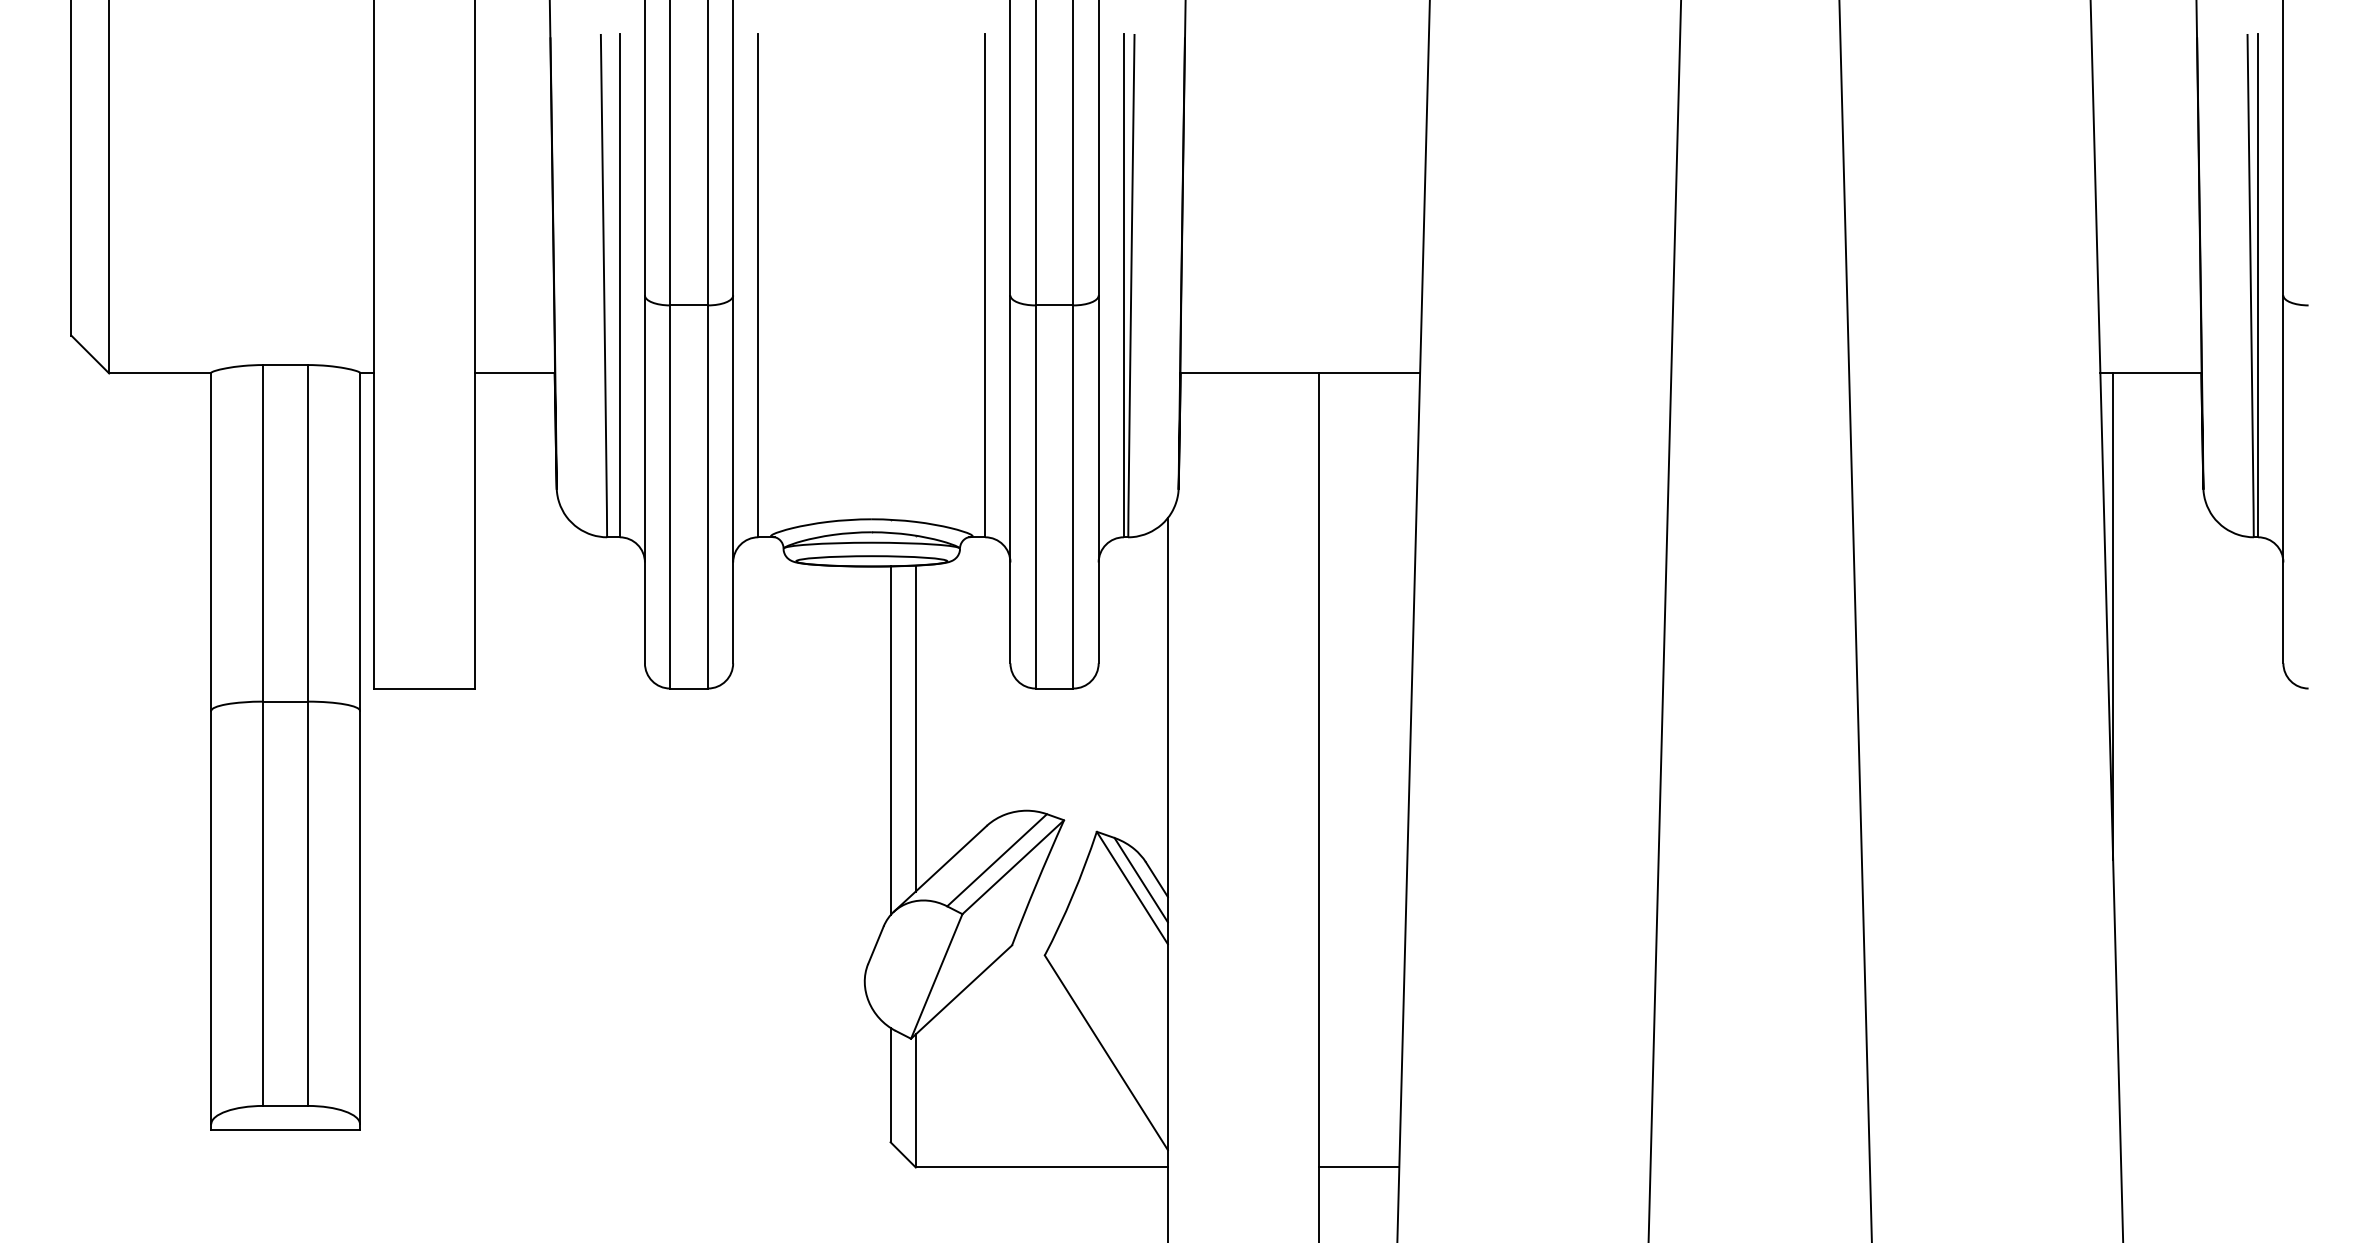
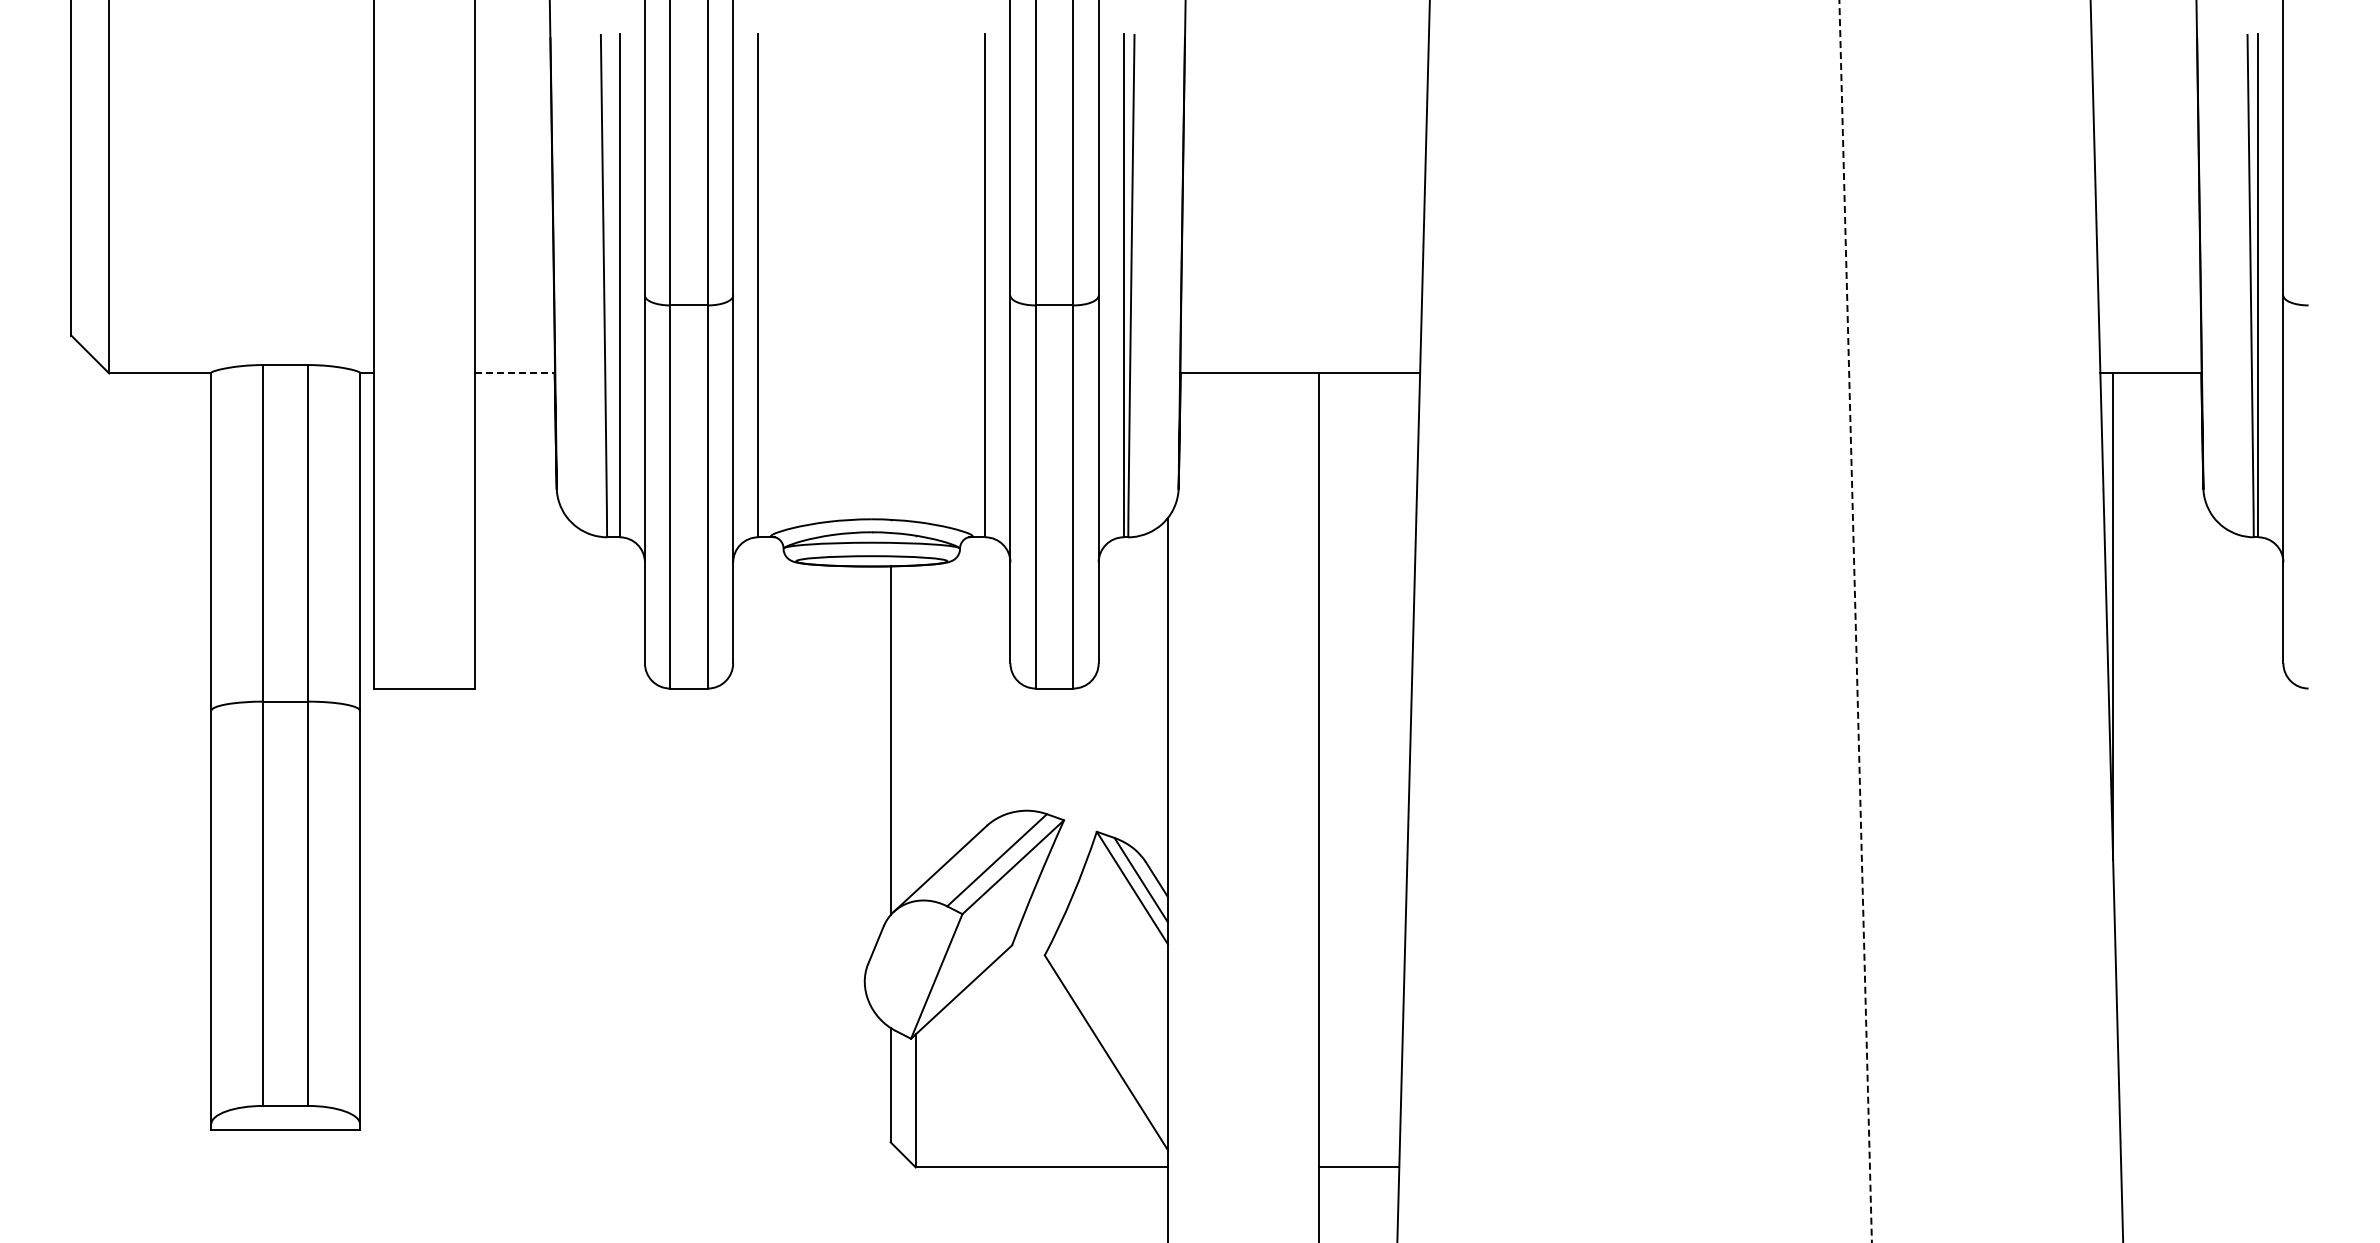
line at (515, 373): solid -> dashed
line at (1664, 620): present -> none
line at (1855, 621): solid -> dashed
line at (915, 728): present -> none
